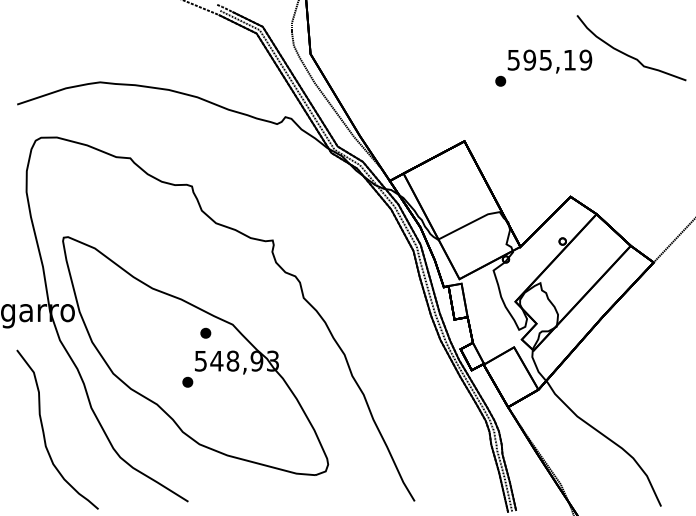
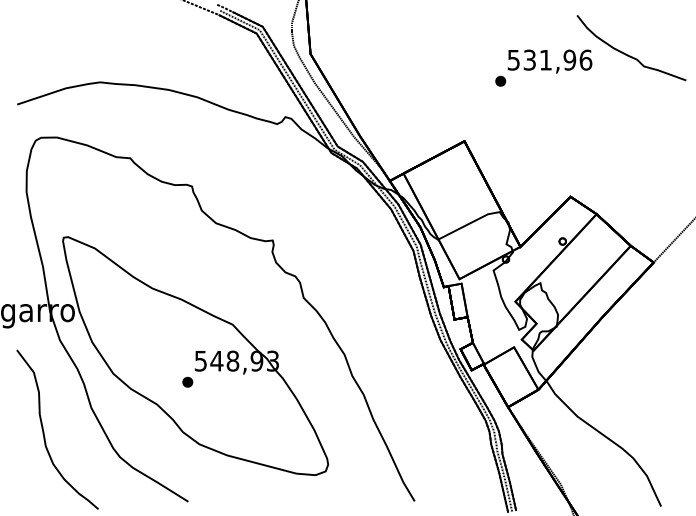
text at (557, 59): 595,19 -> 531,96
part at (205, 332): present -> none
